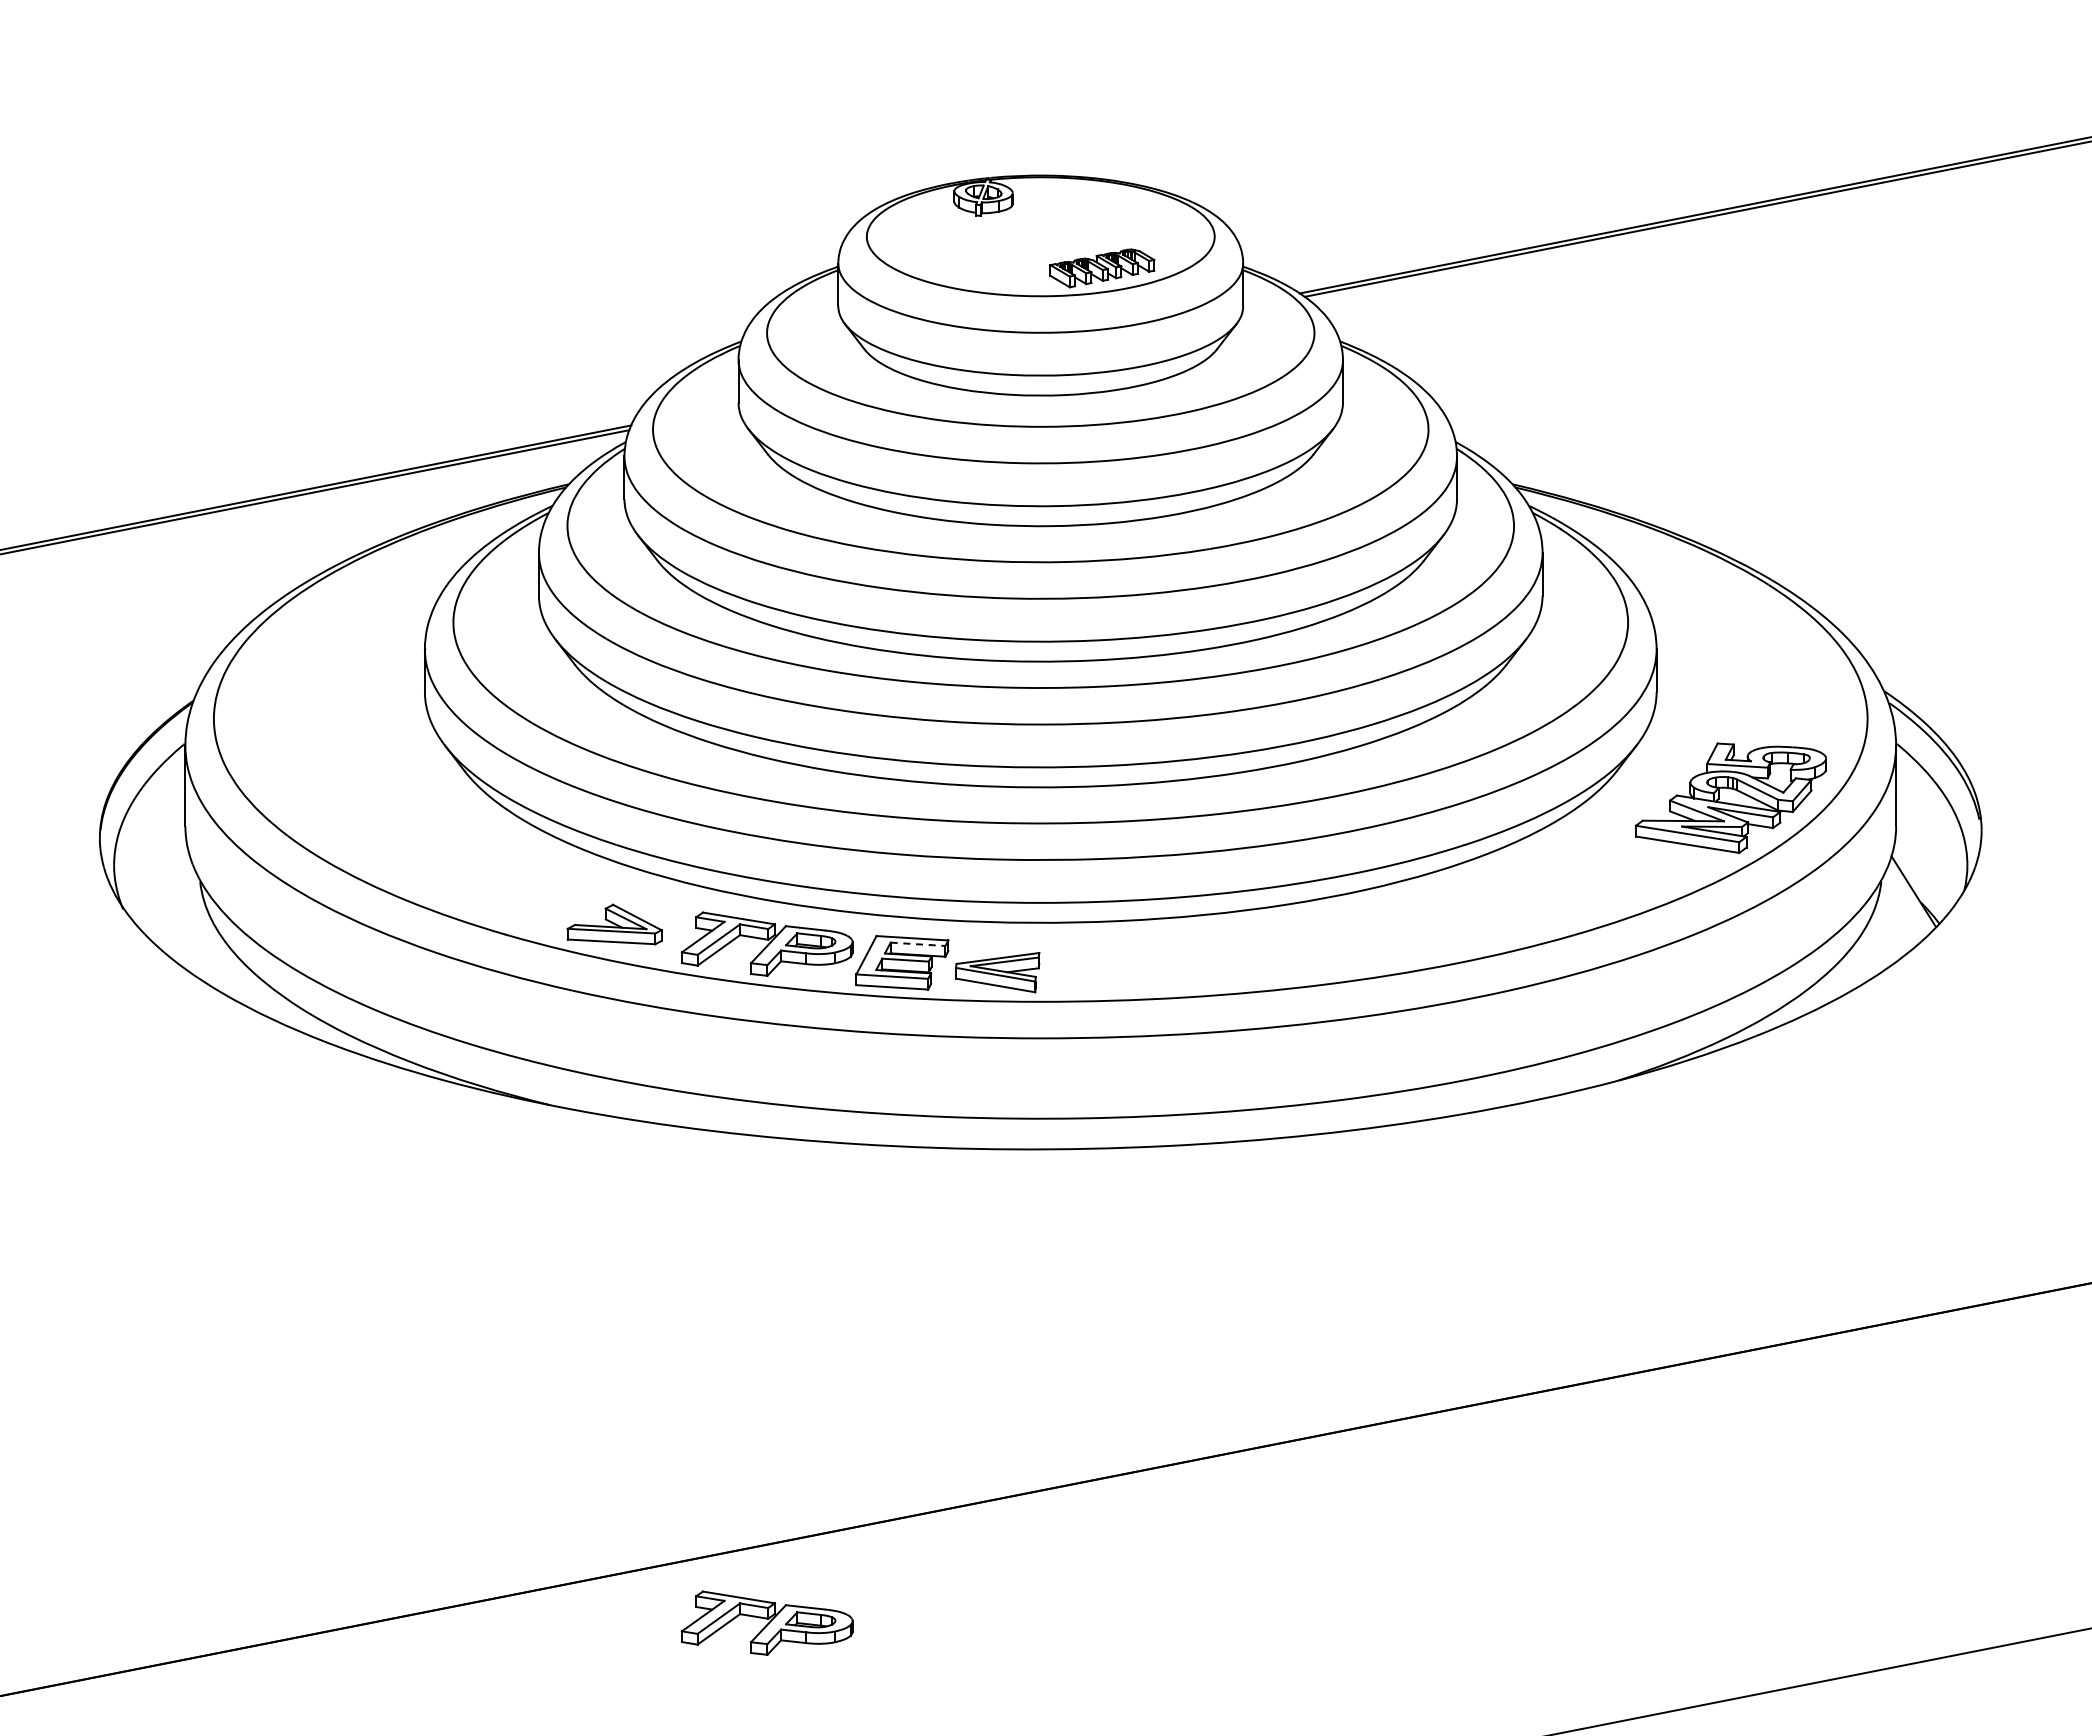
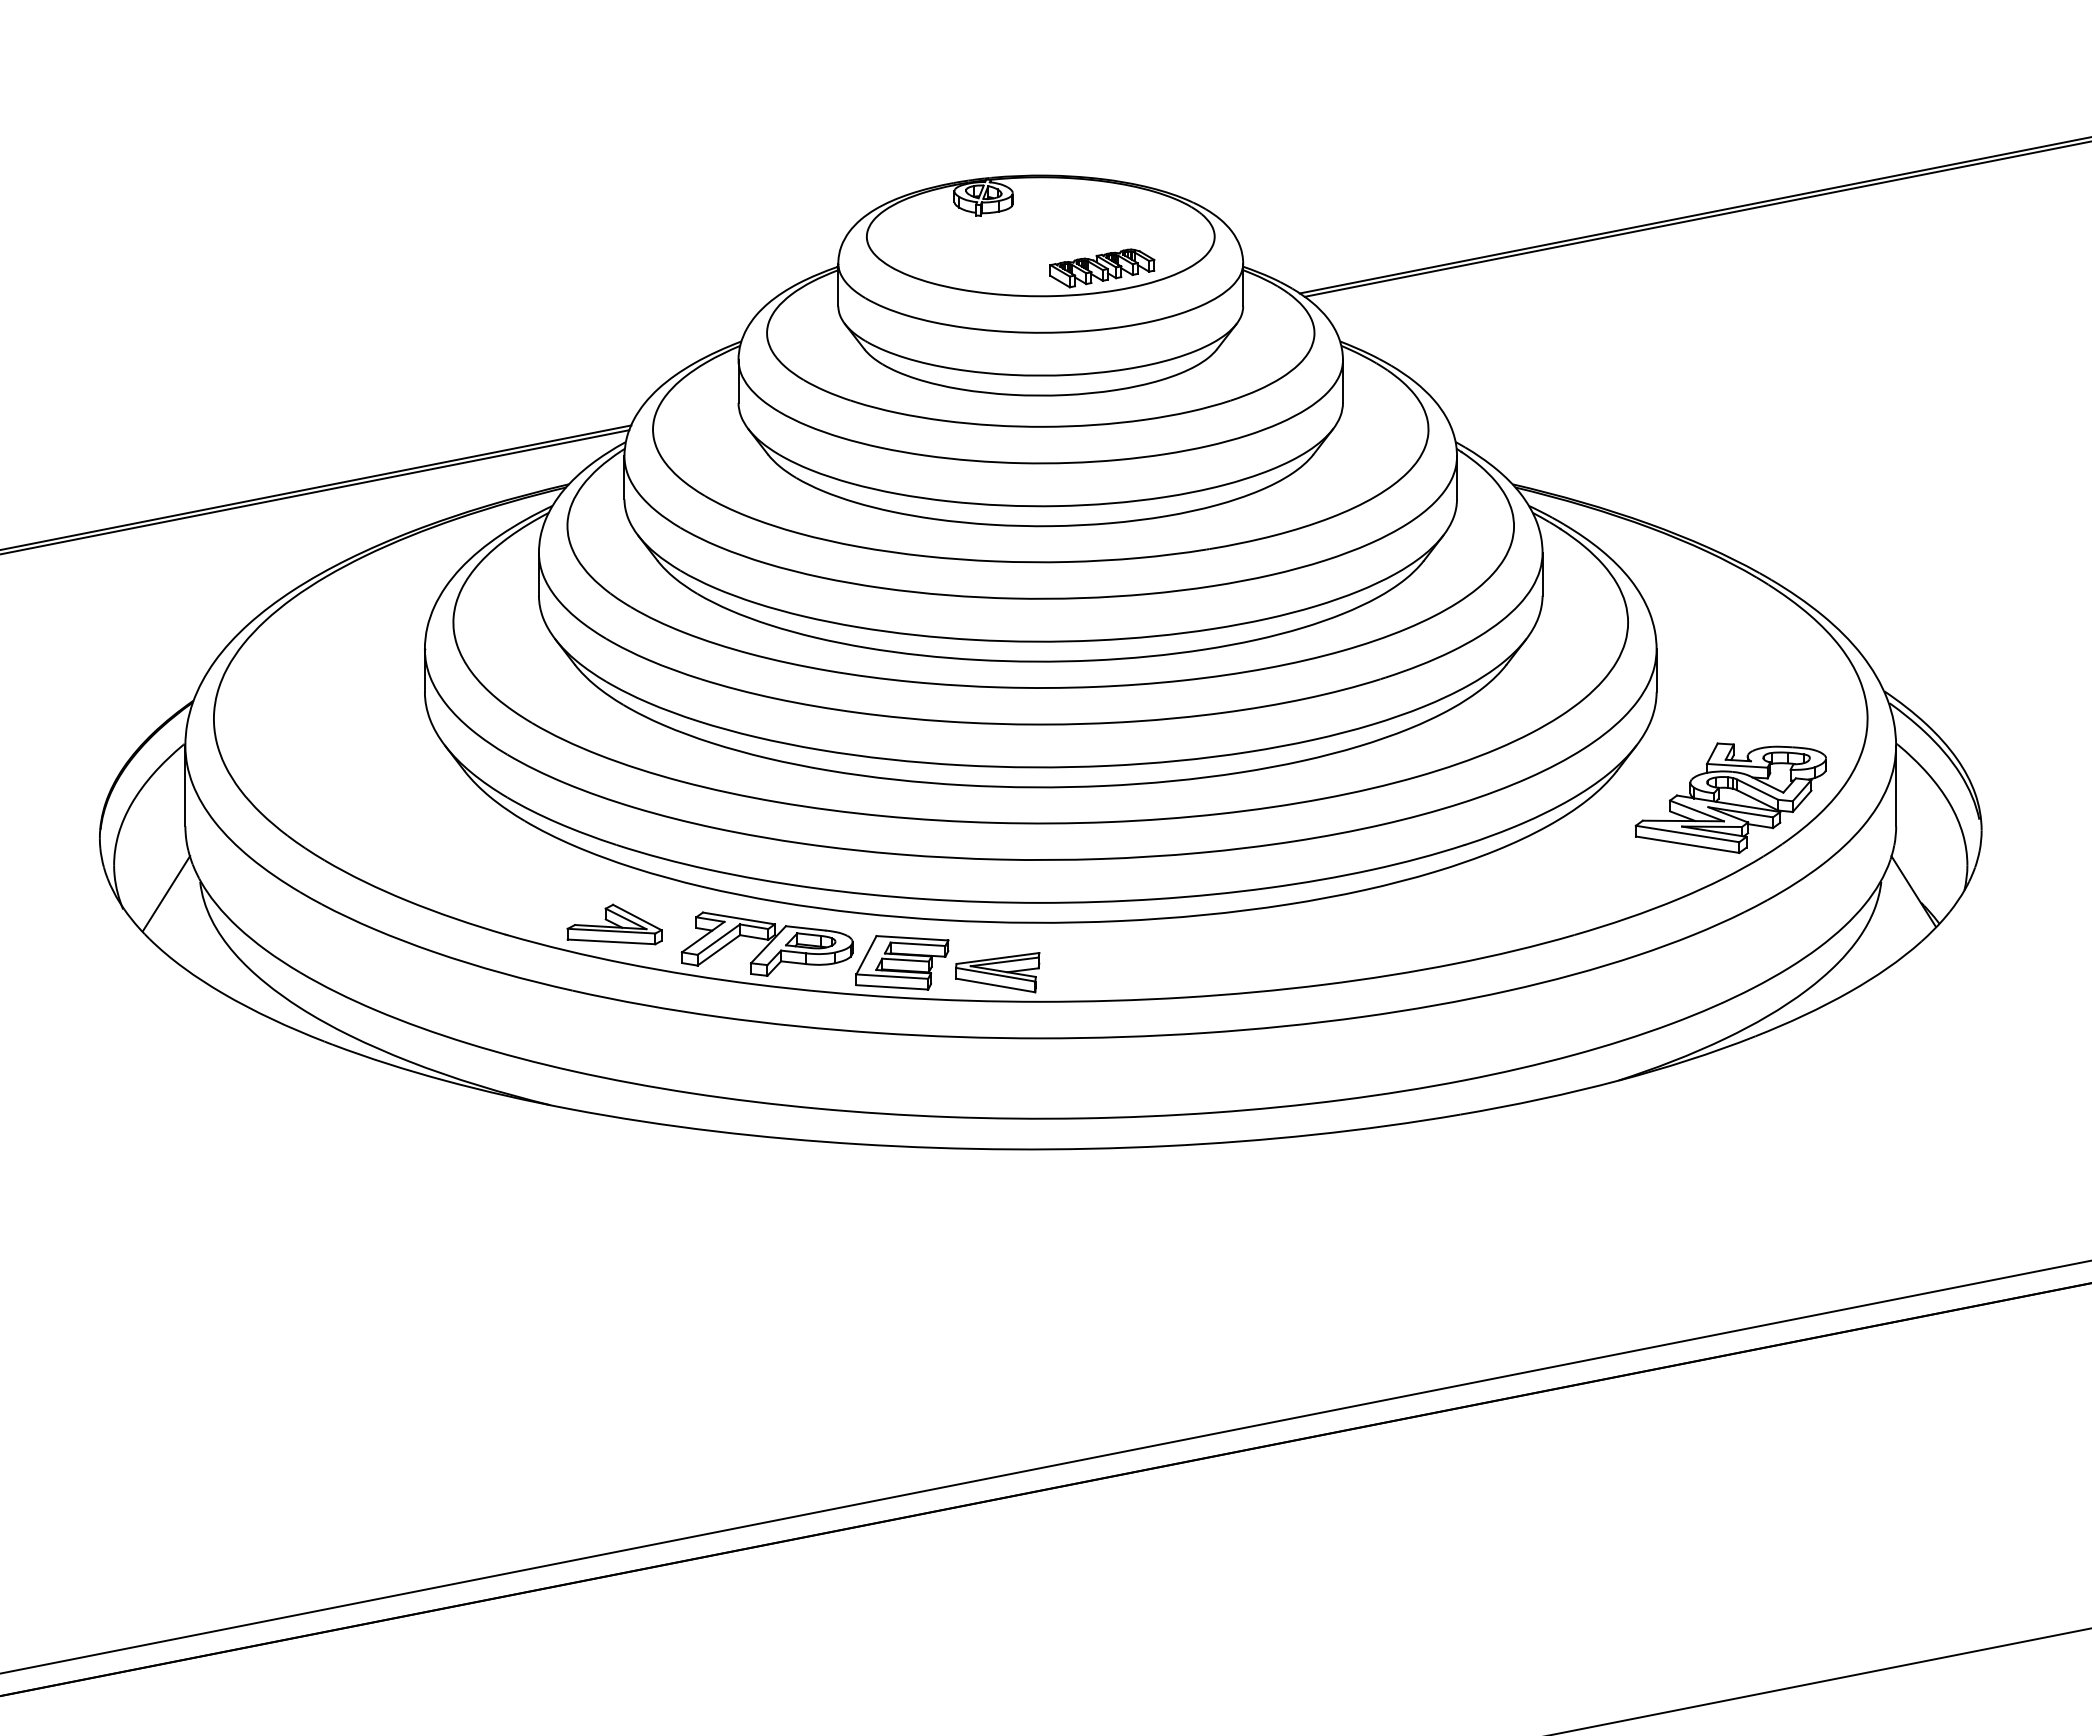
line at (166, 893): none -> present
line at (918, 944): dashed -> solid
line at (1045, 1467): none -> present
part at (766, 1622): present -> none
